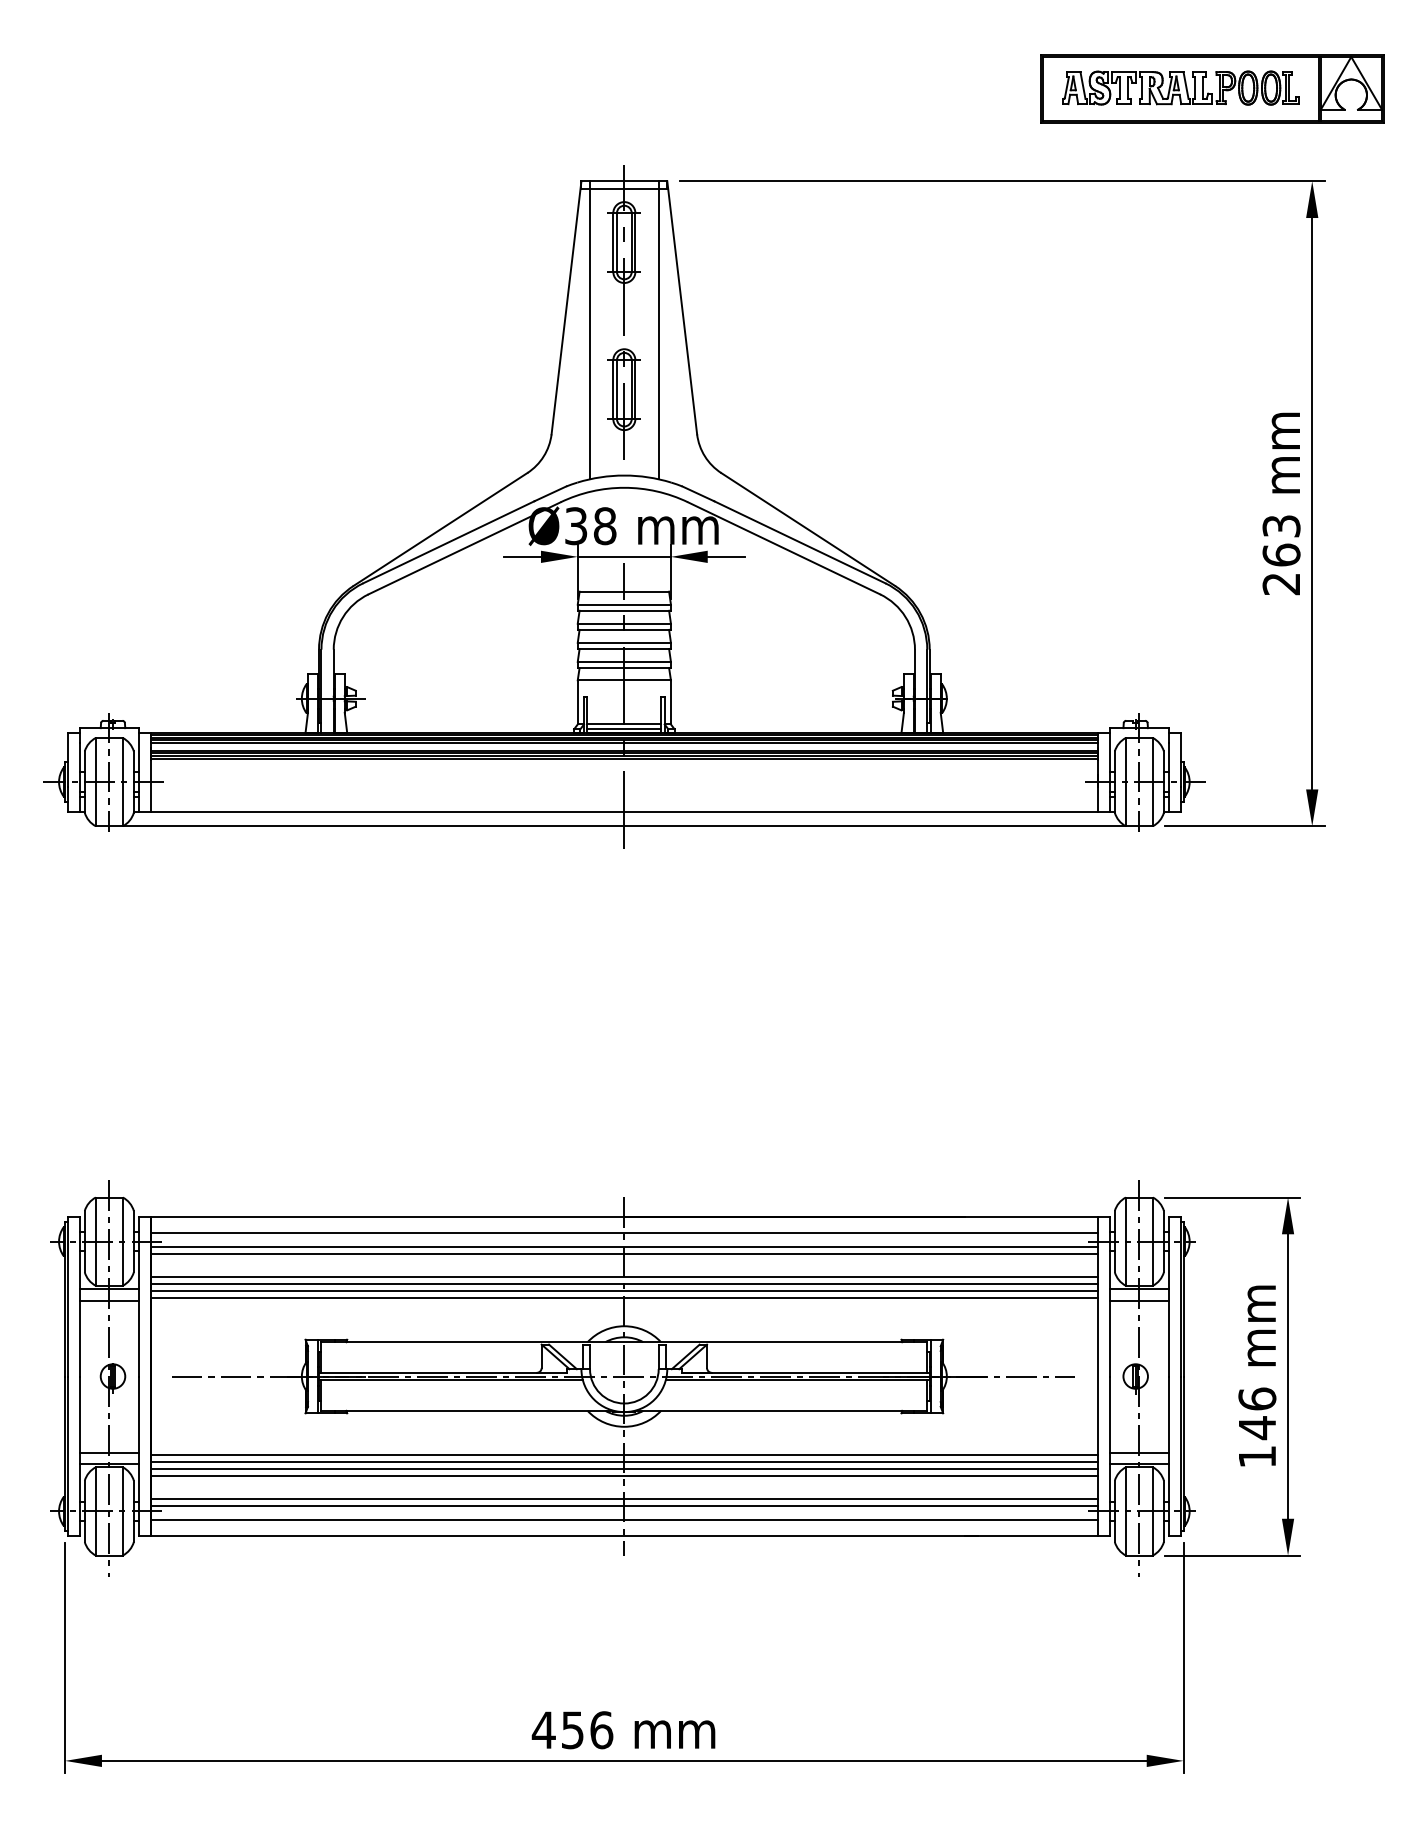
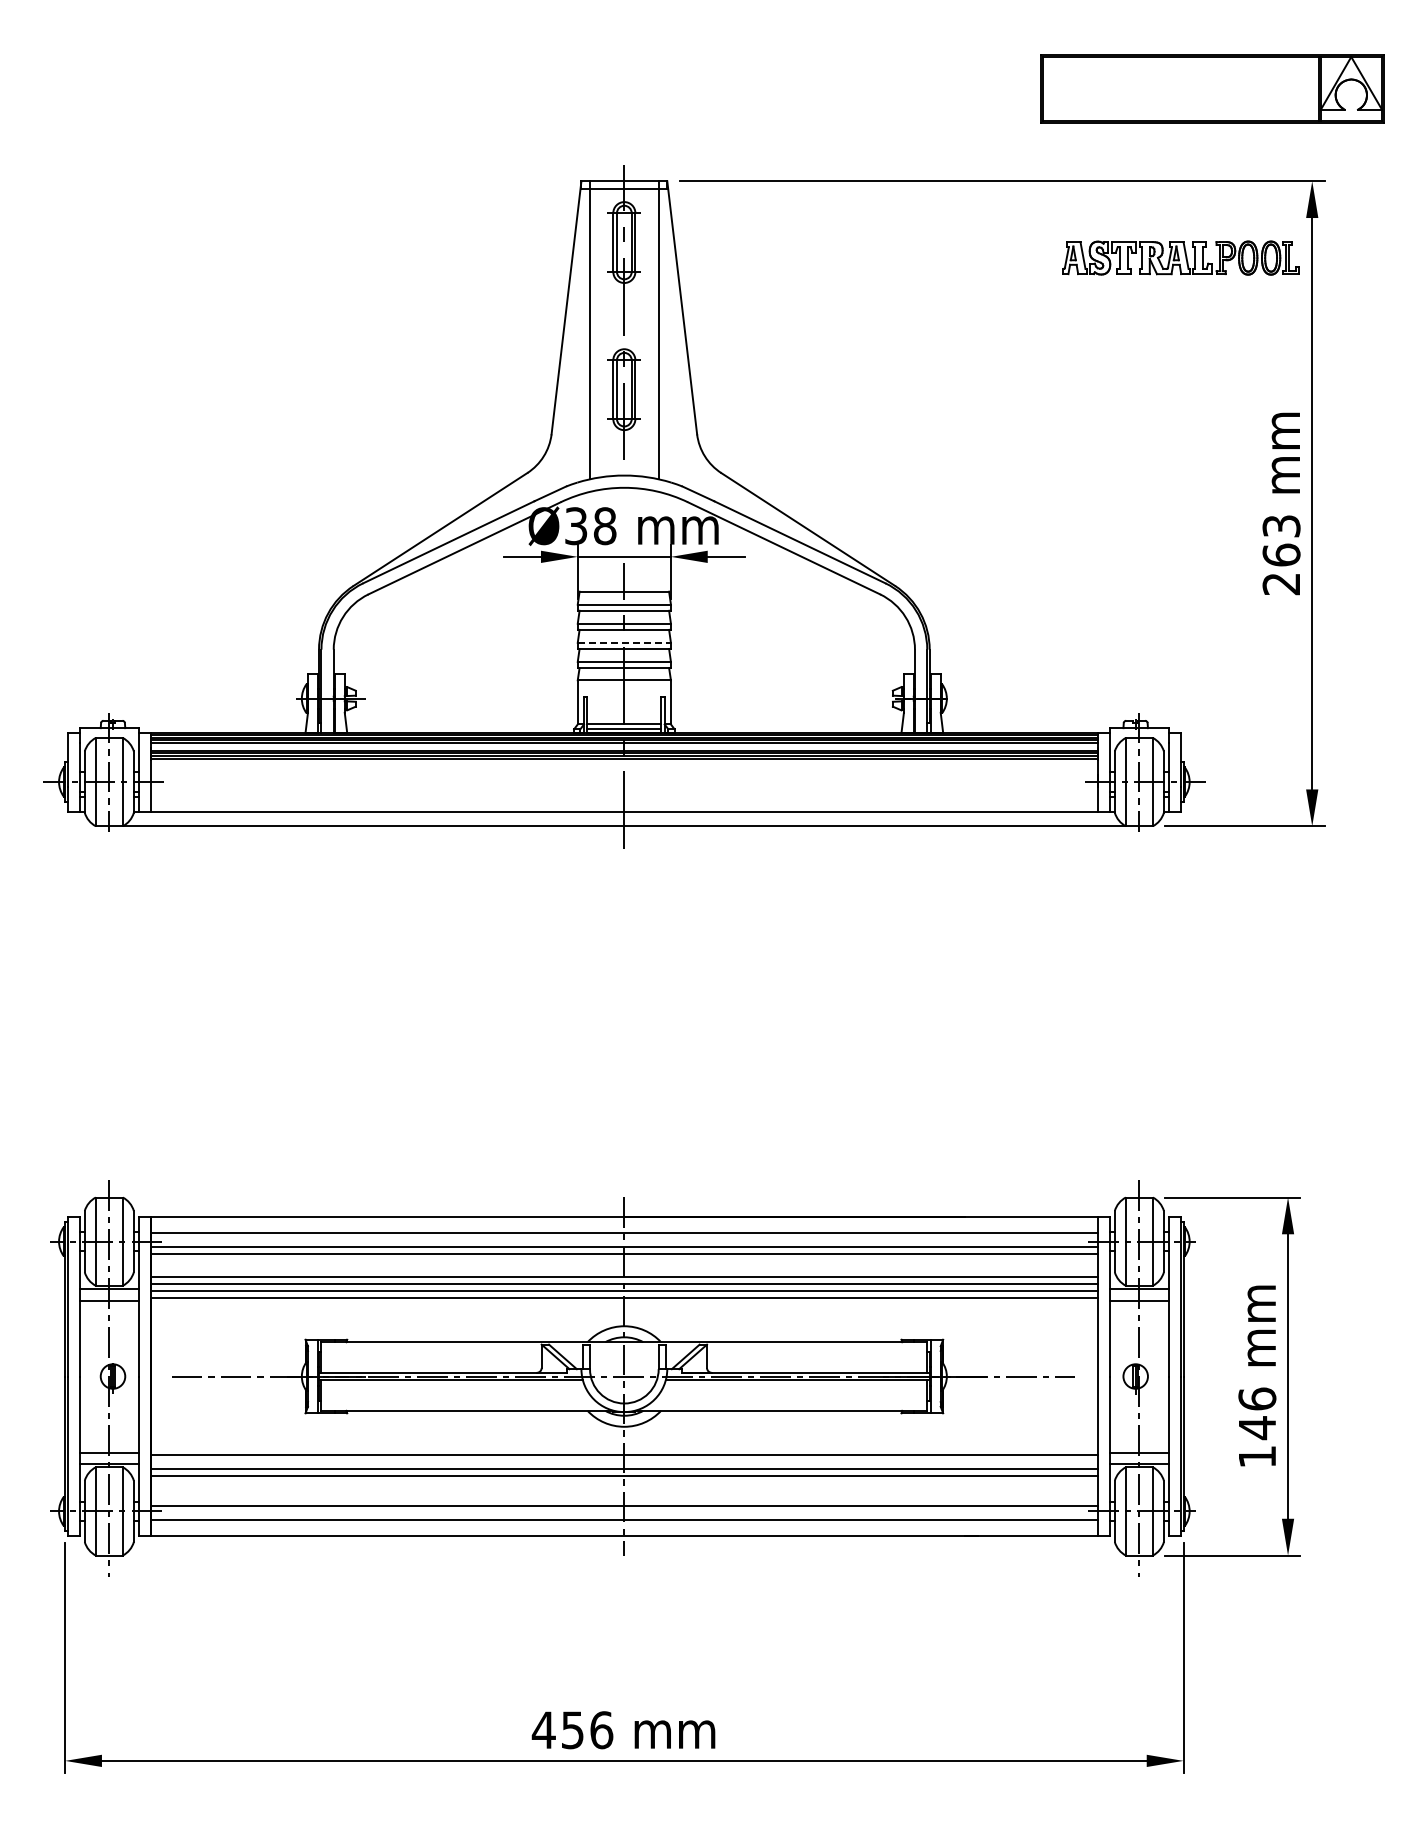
part at (1180, 87) position: (1180, 87) -> (1180, 257)
line at (624, 642): solid -> dashed
line at (624, 1462): present -> none
line at (624, 1499): present -> none
